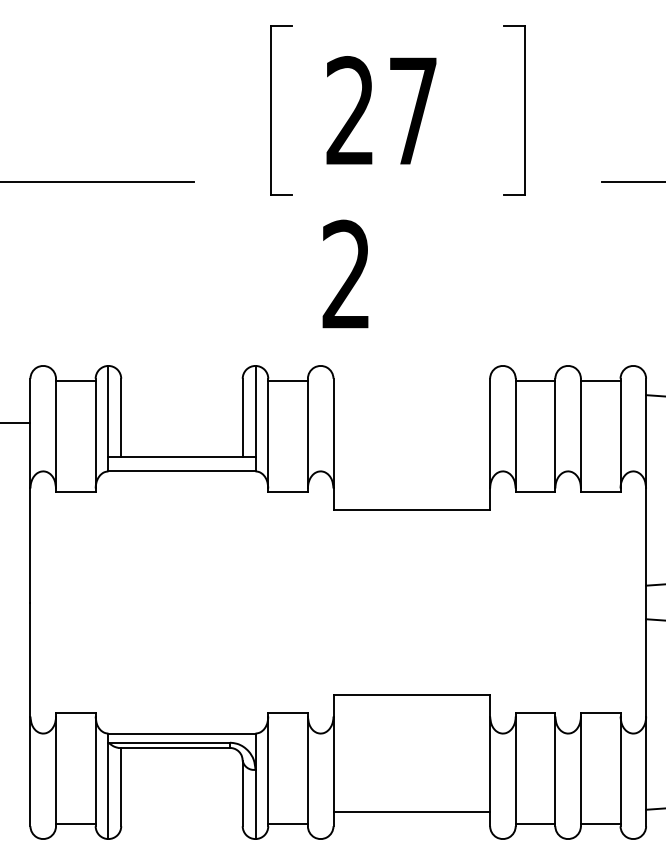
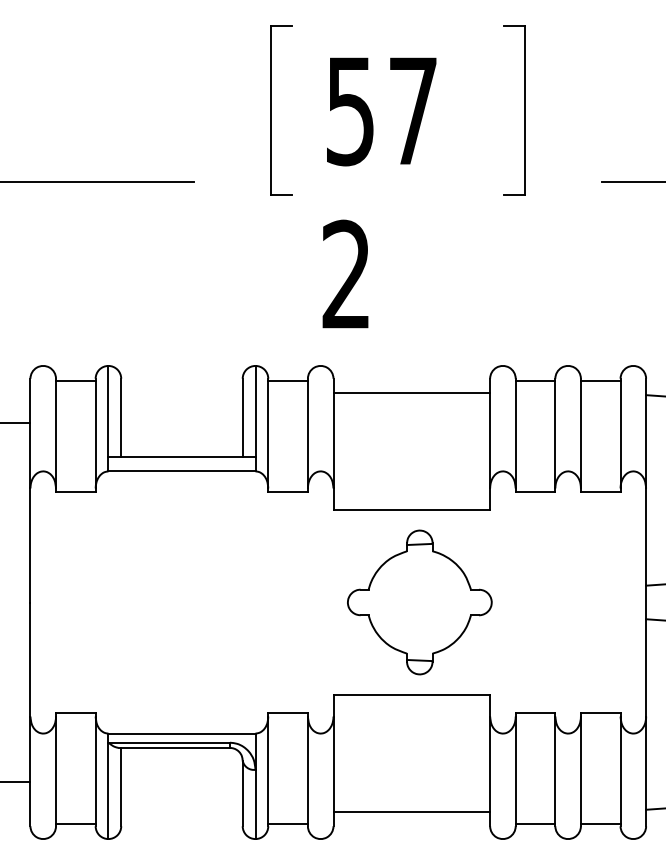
text at (349, 111): 27 -> 57
line at (411, 393): none -> present
part at (419, 602): none -> present
line at (16, 781): none -> present
